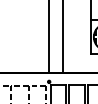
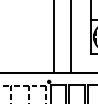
line at (49, 37) position: (49, 37) -> (54, 37)
line at (63, 37) position: (63, 37) -> (71, 37)
